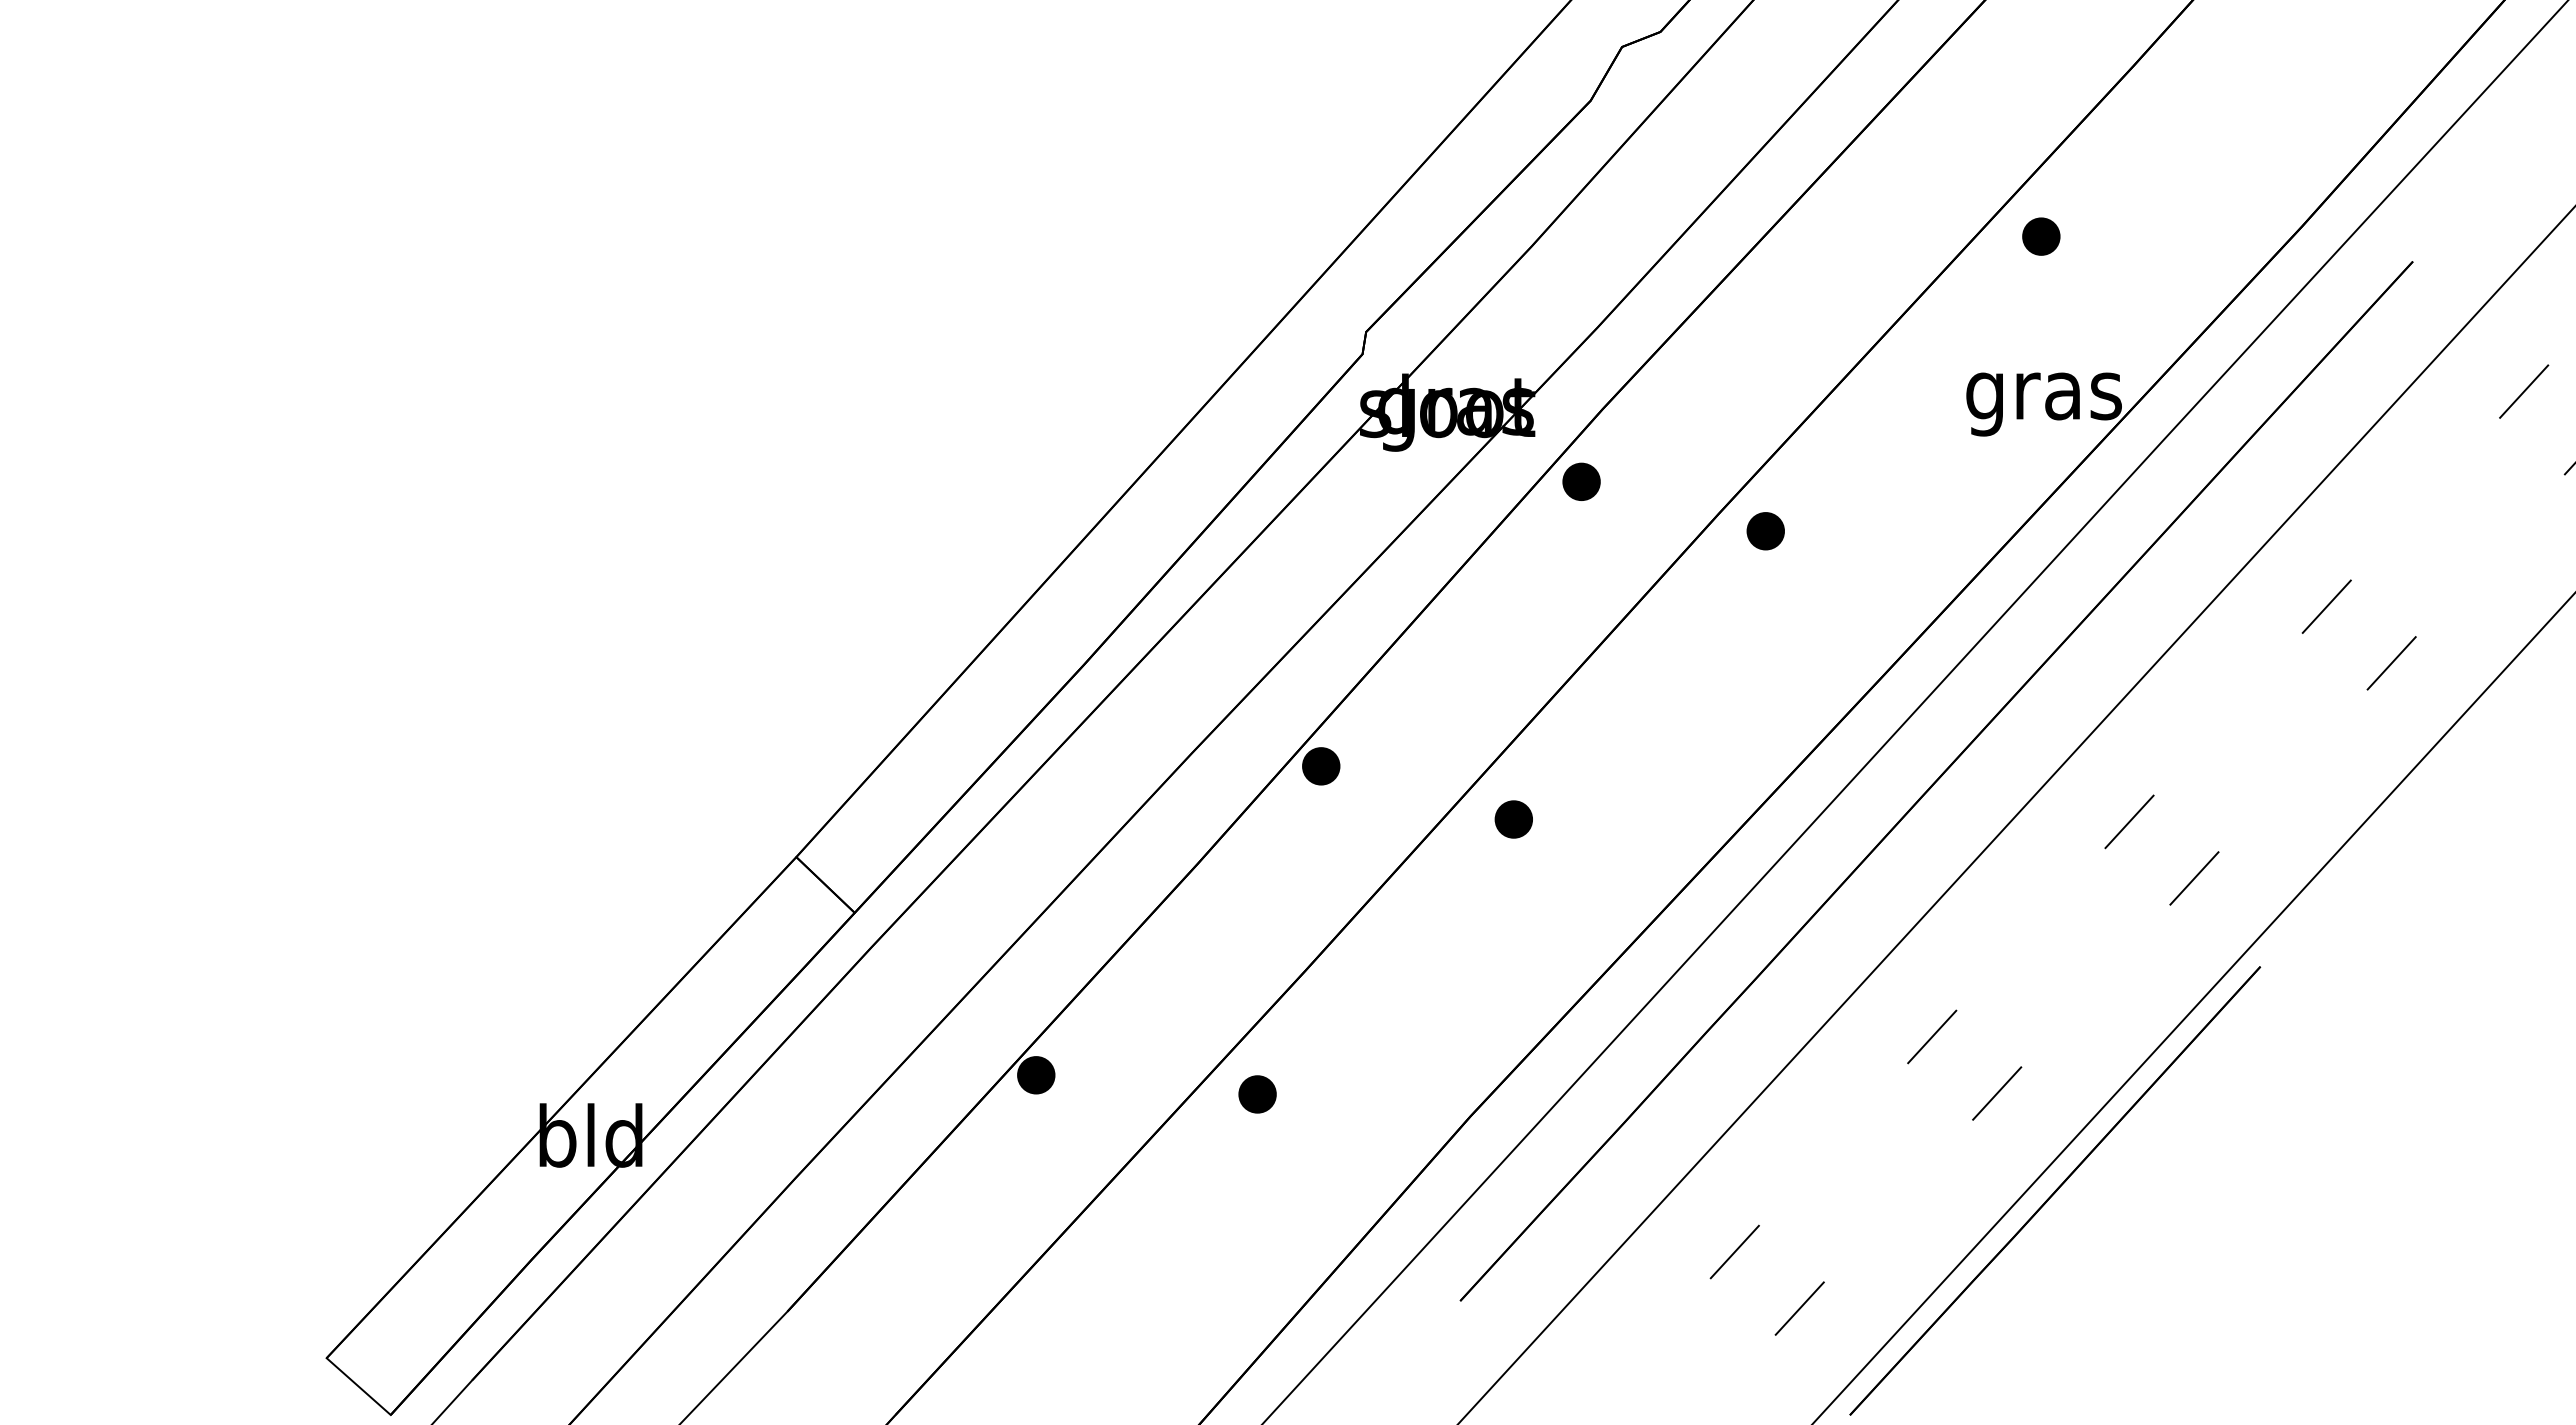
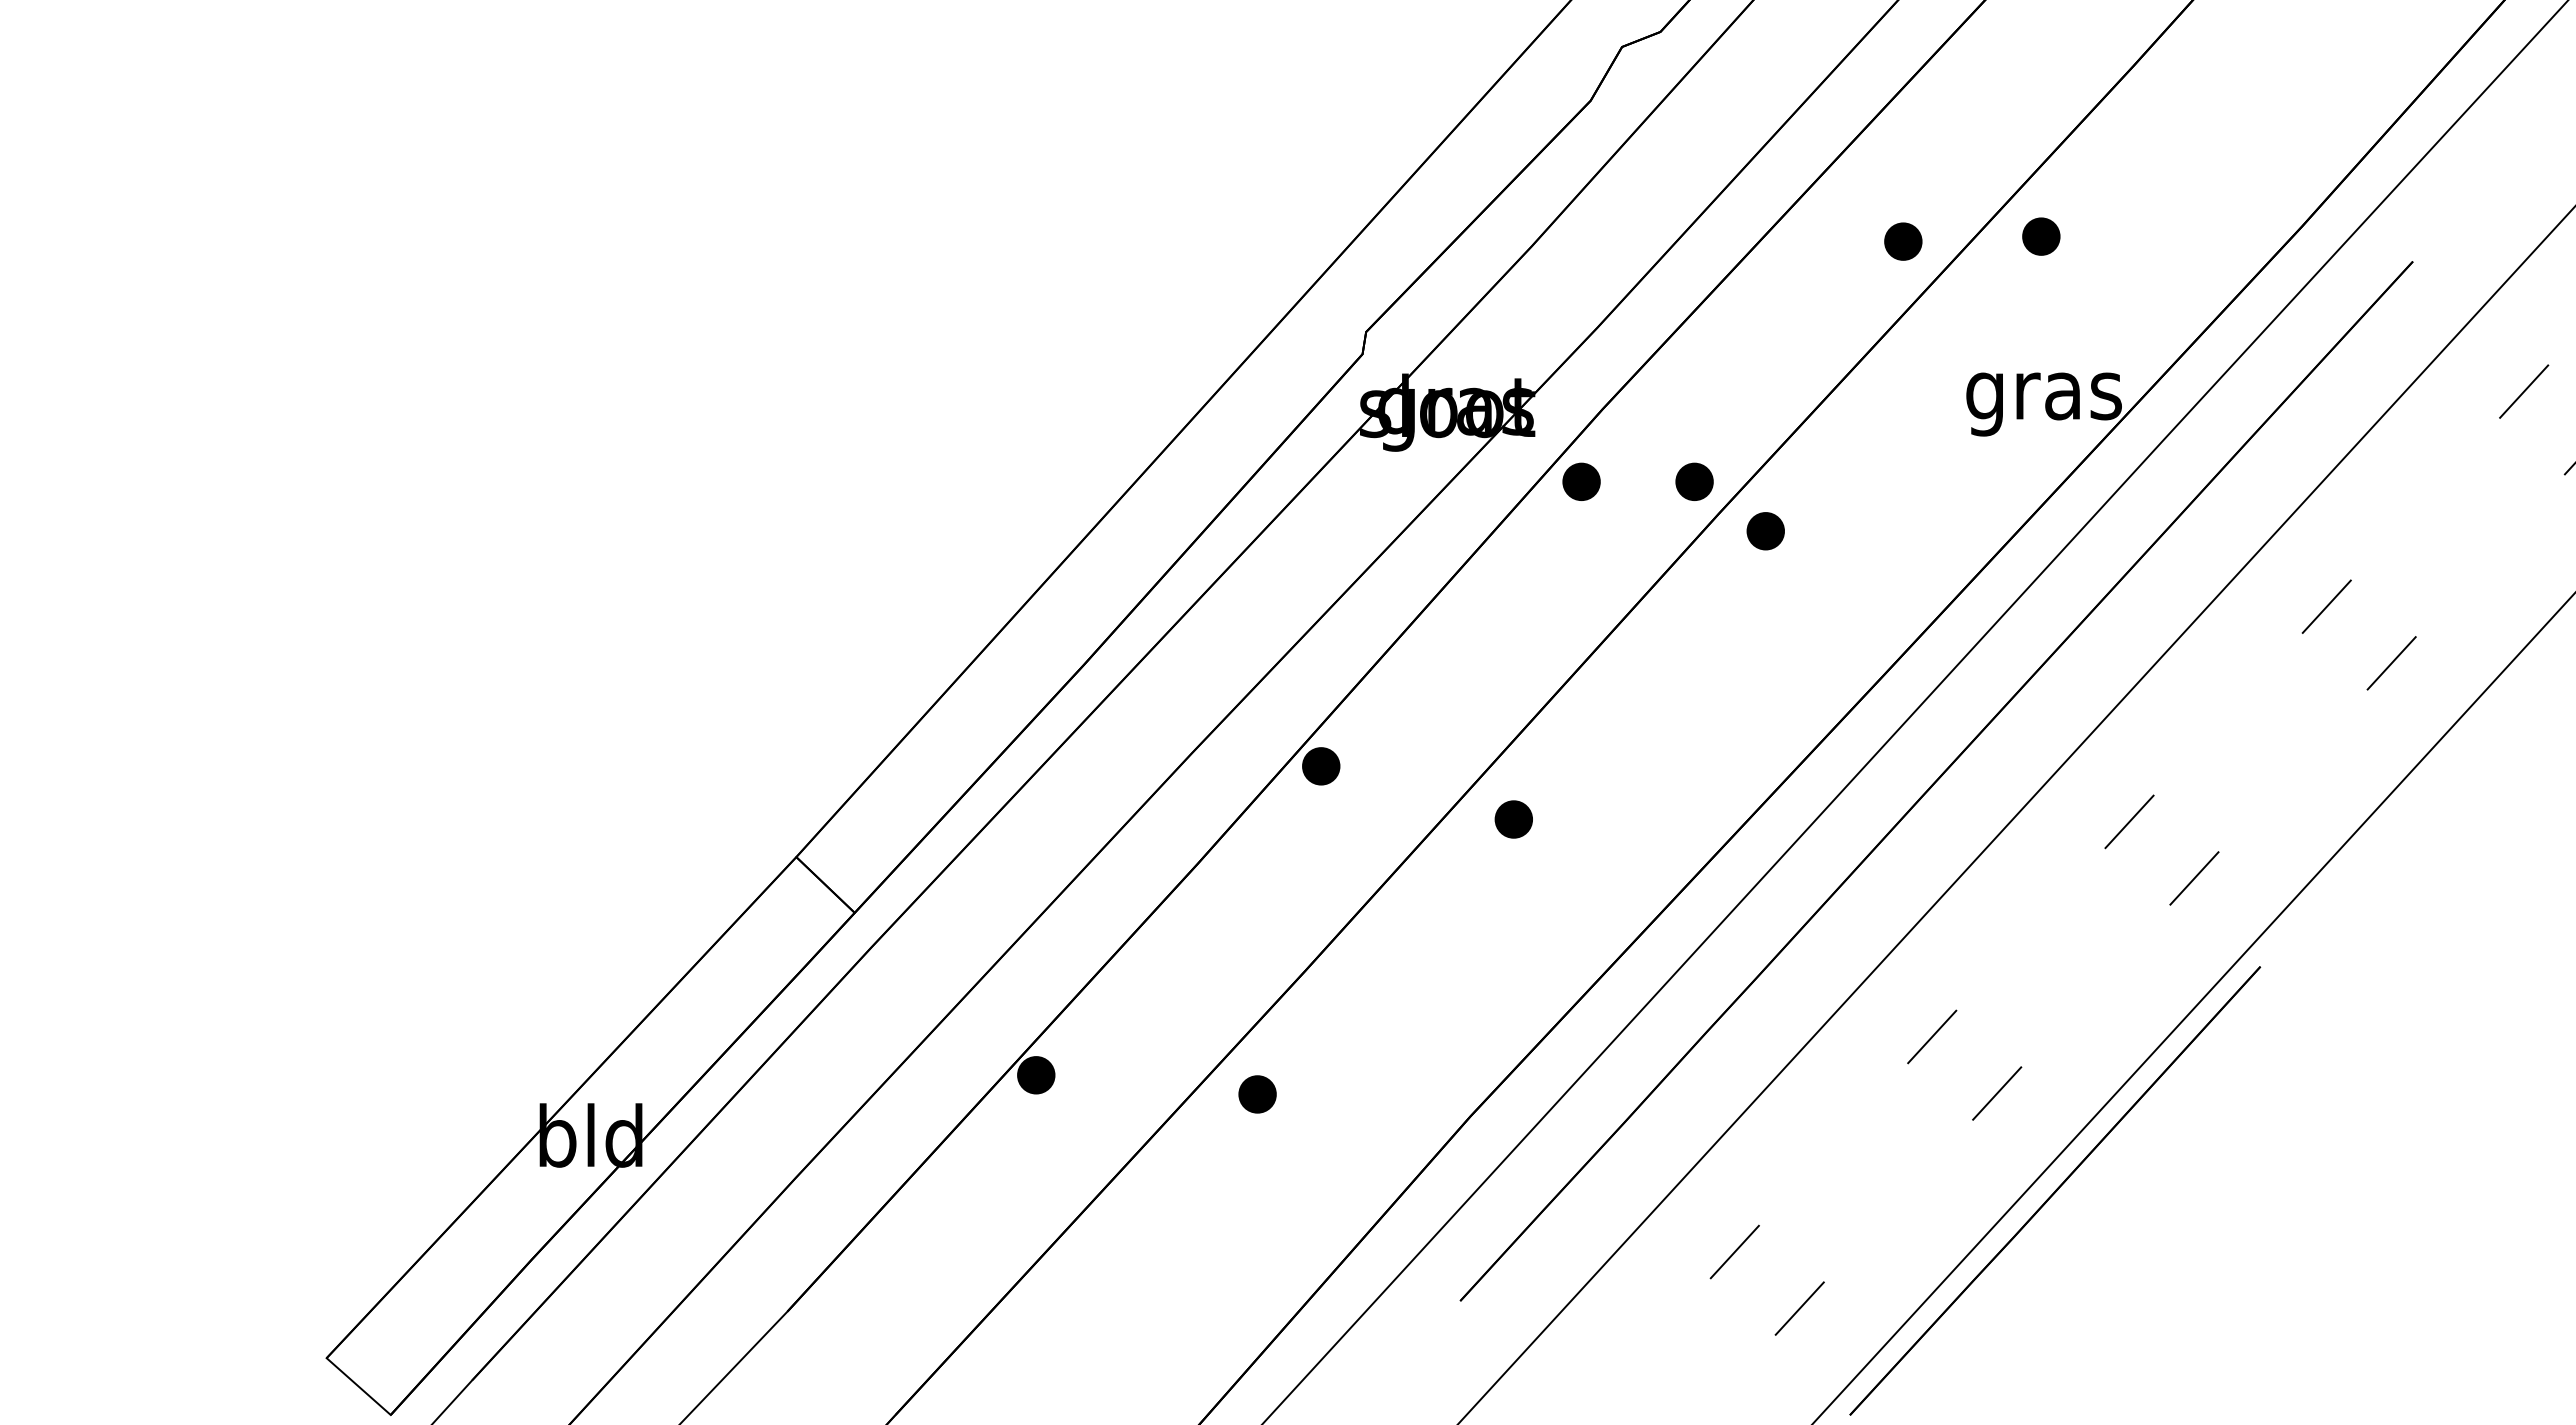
part at (1903, 241): none -> present
part at (1694, 481): none -> present
